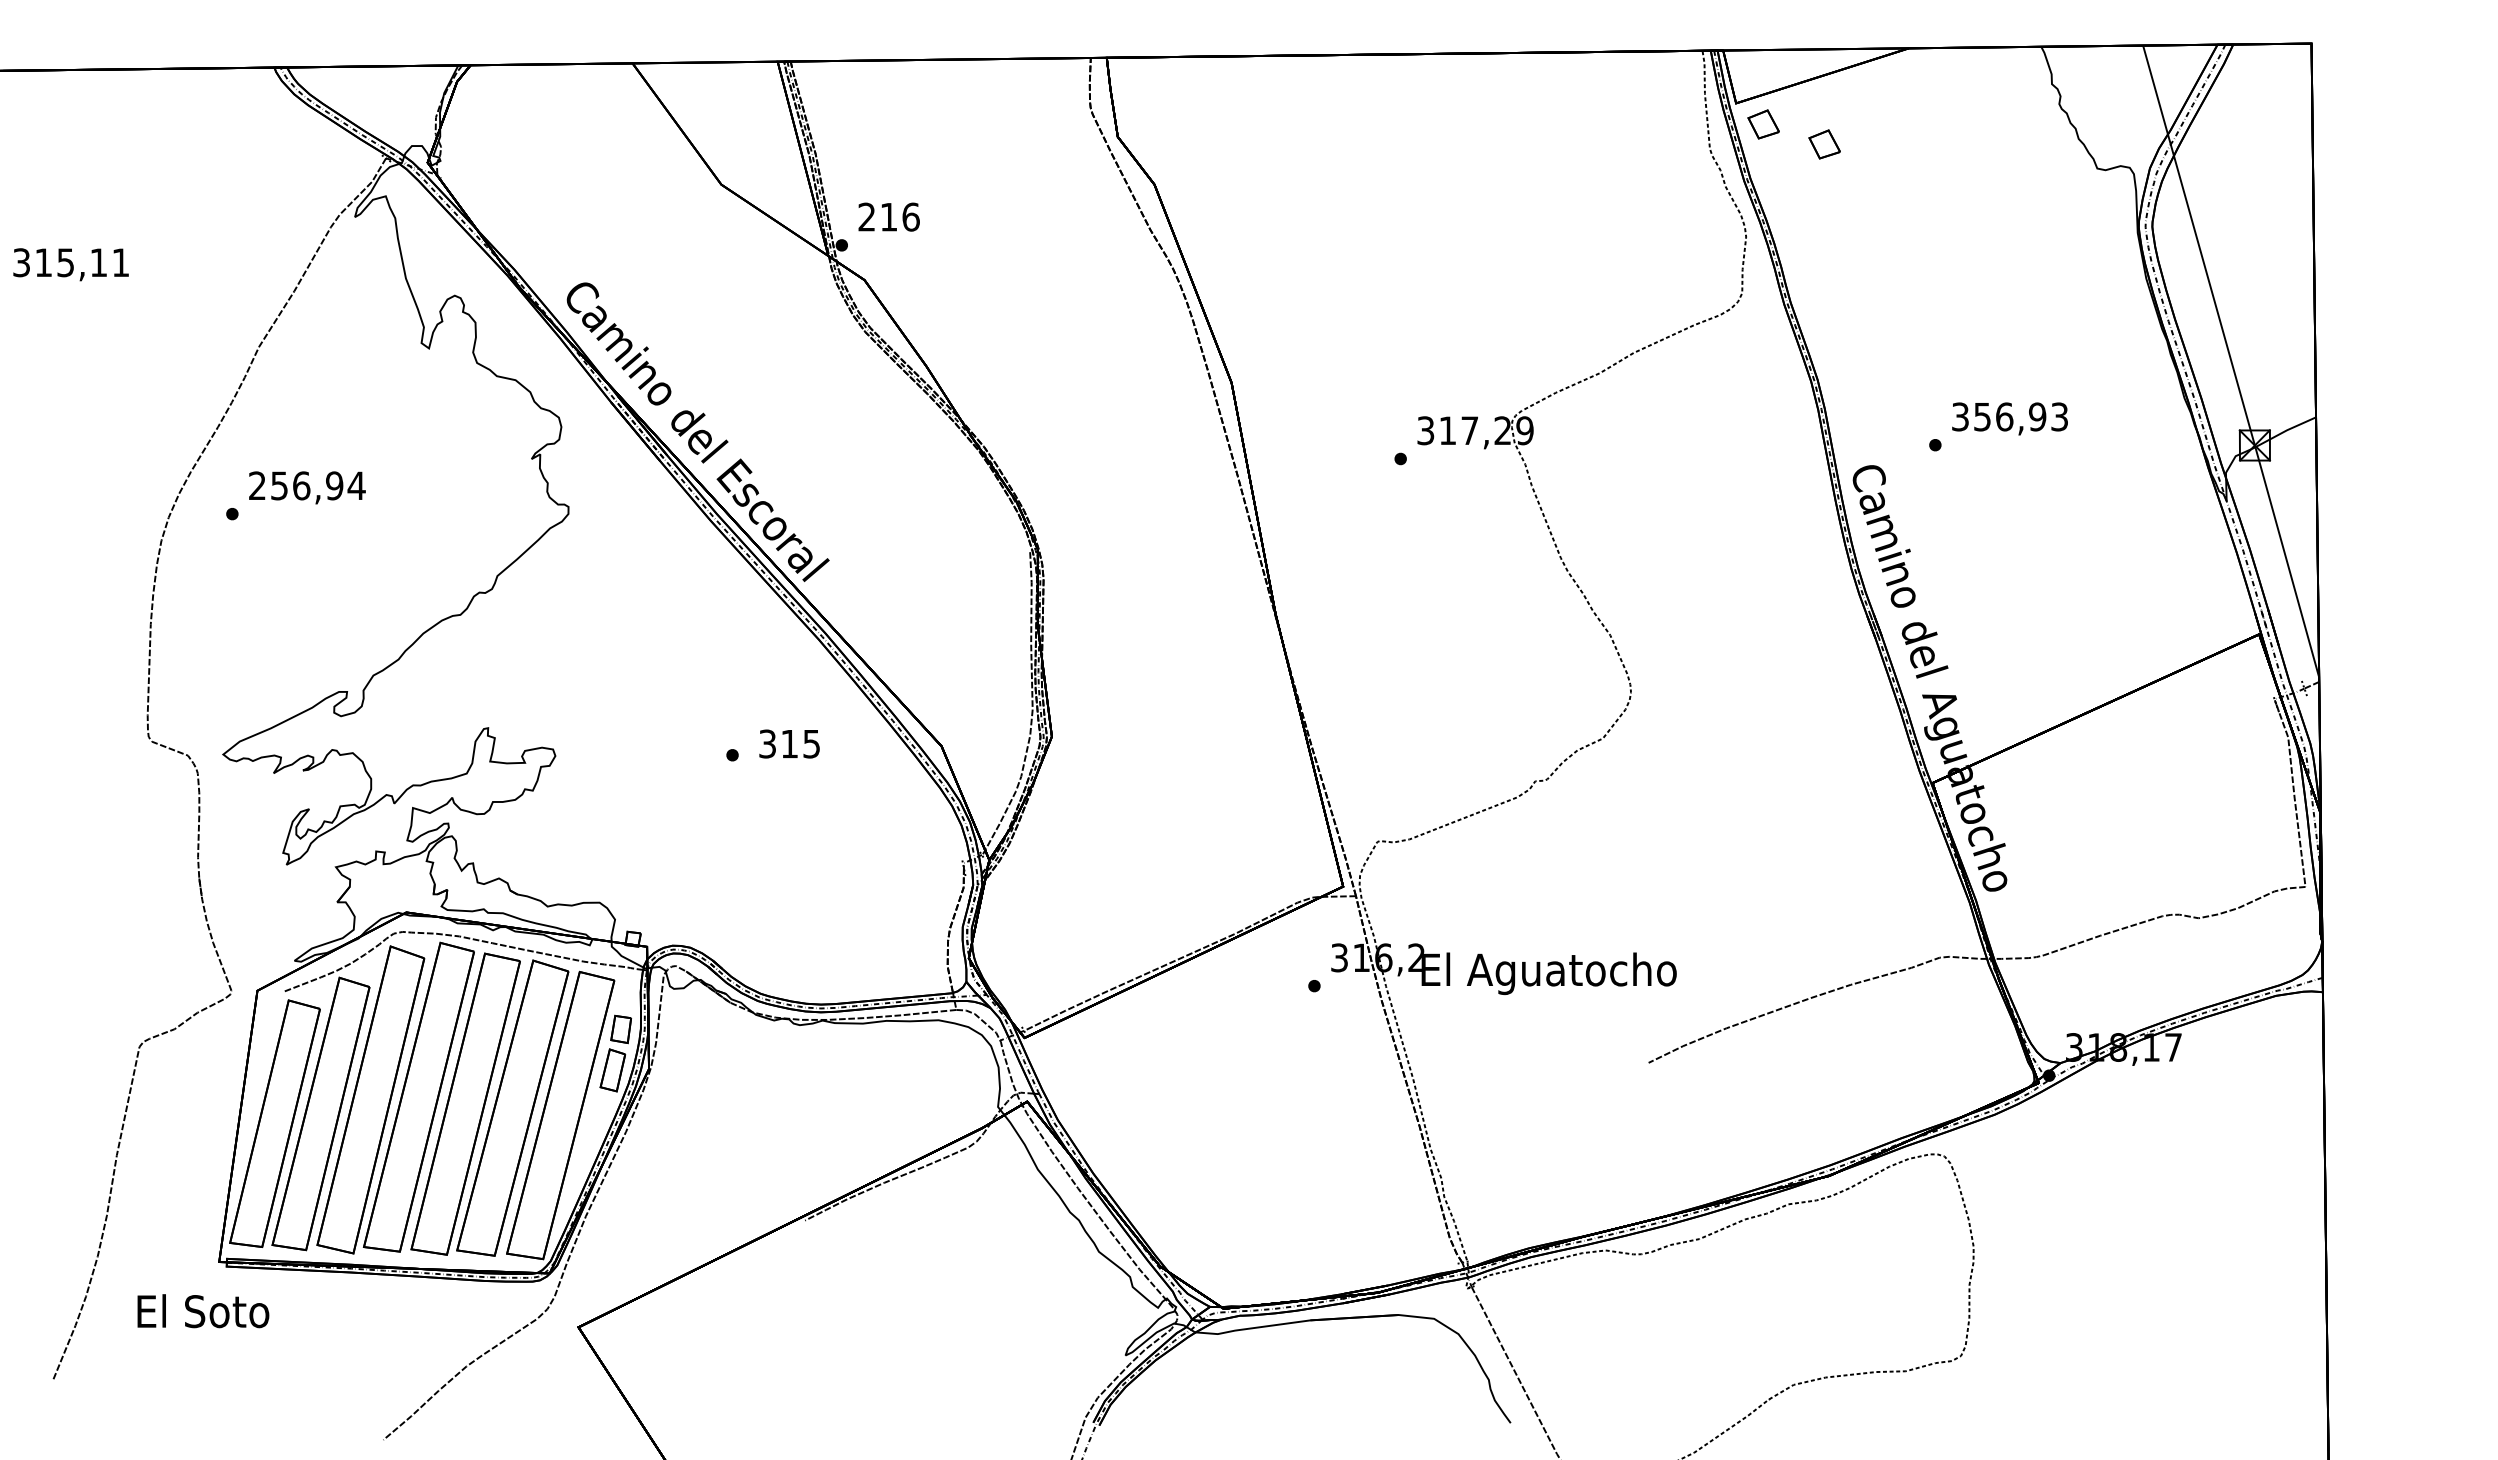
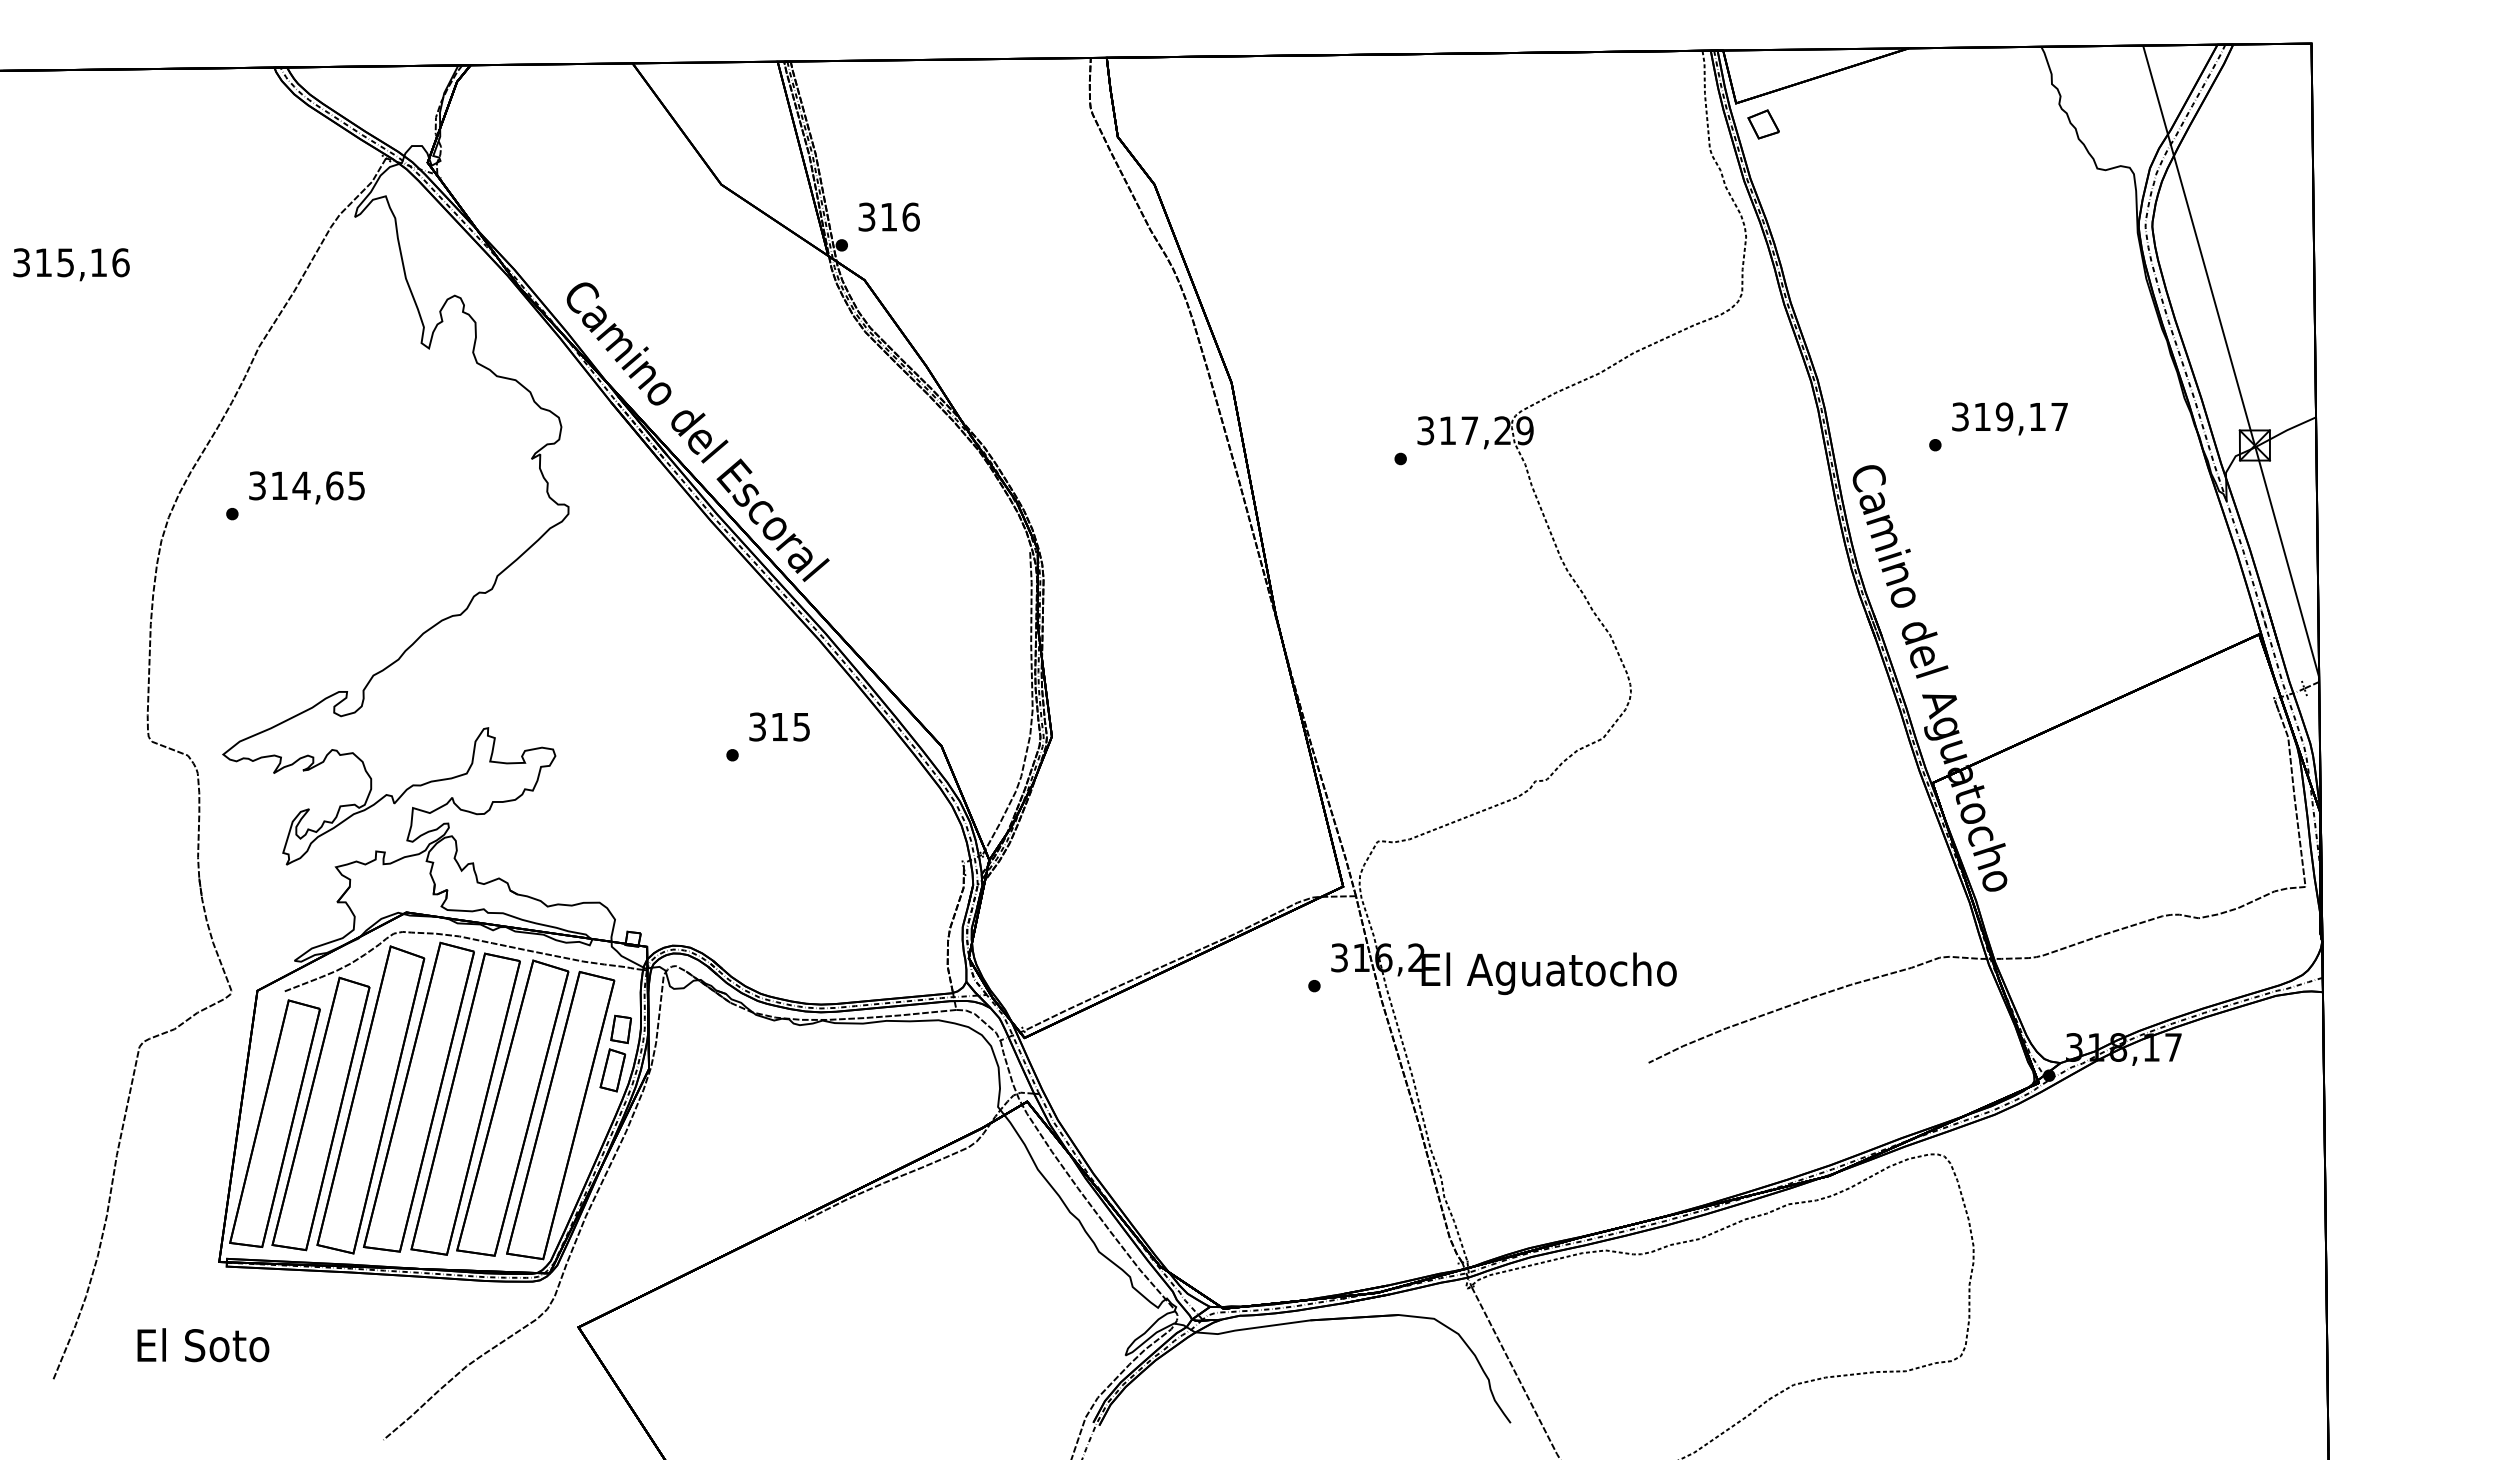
part at (1824, 144): present -> none
text at (866, 216): 216 -> 316
text at (120, 262): 315,11 -> 315,16
text at (2020, 416): 356,93 -> 319,17
text at (307, 485): 256,94 -> 314,65
text at (789, 743) position: (789, 743) -> (779, 726)
text at (203, 1311) position: (203, 1311) -> (203, 1345)
